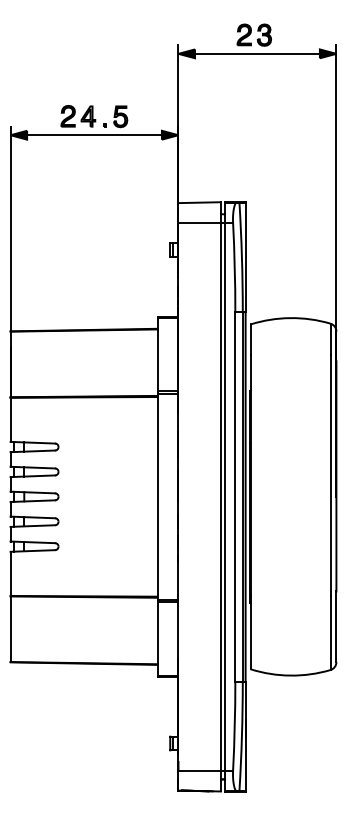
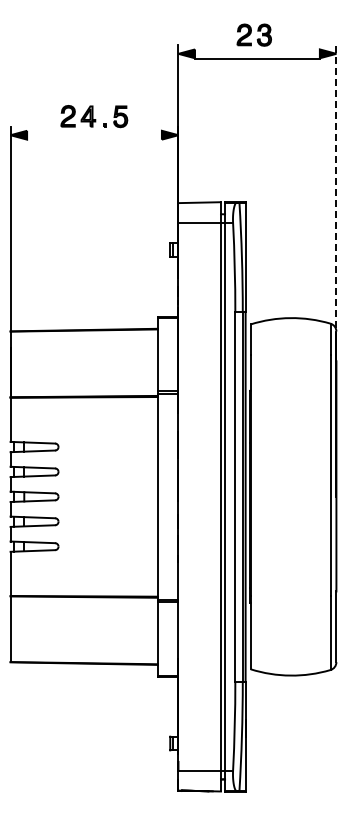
line at (257, 53) position: (257, 53) -> (257, 58)
line at (94, 135): present -> none
line at (336, 202): solid -> dashed
